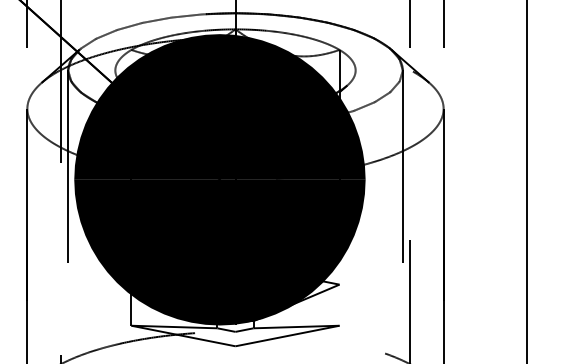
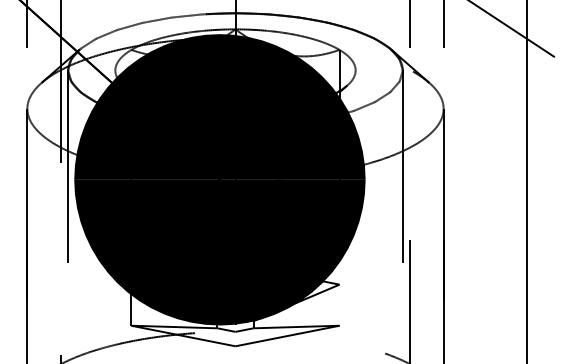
line at (512, 29): none -> present
